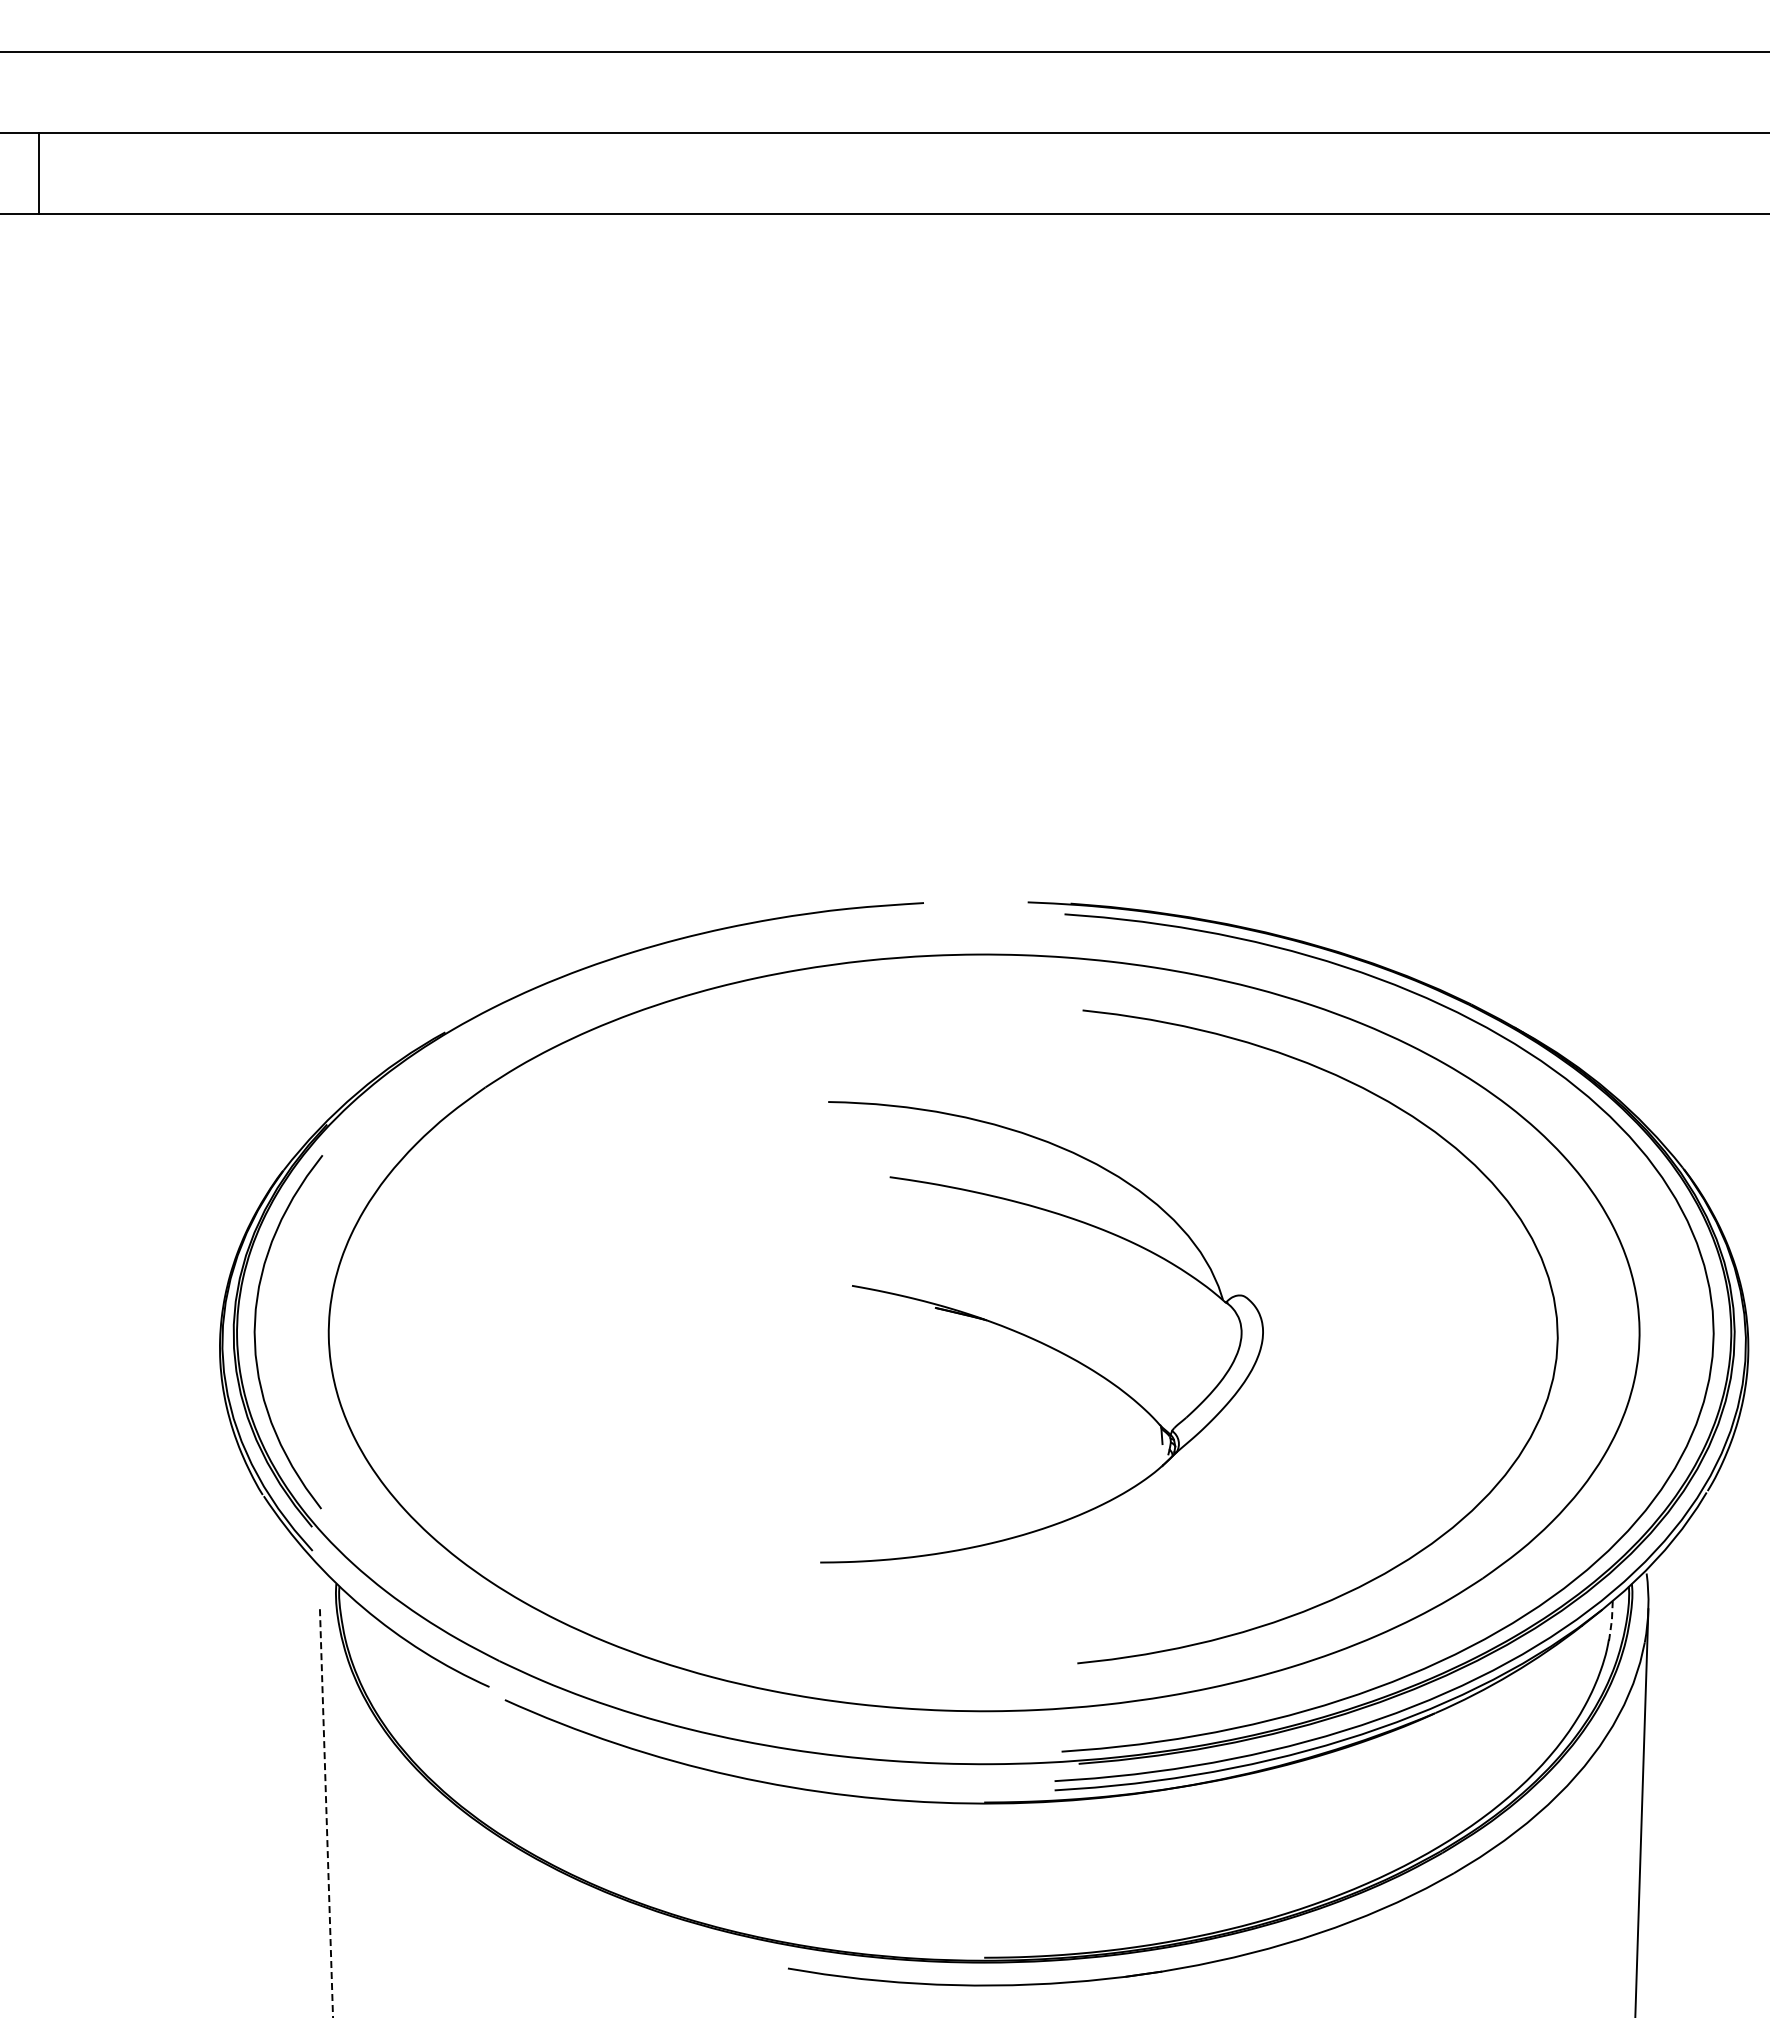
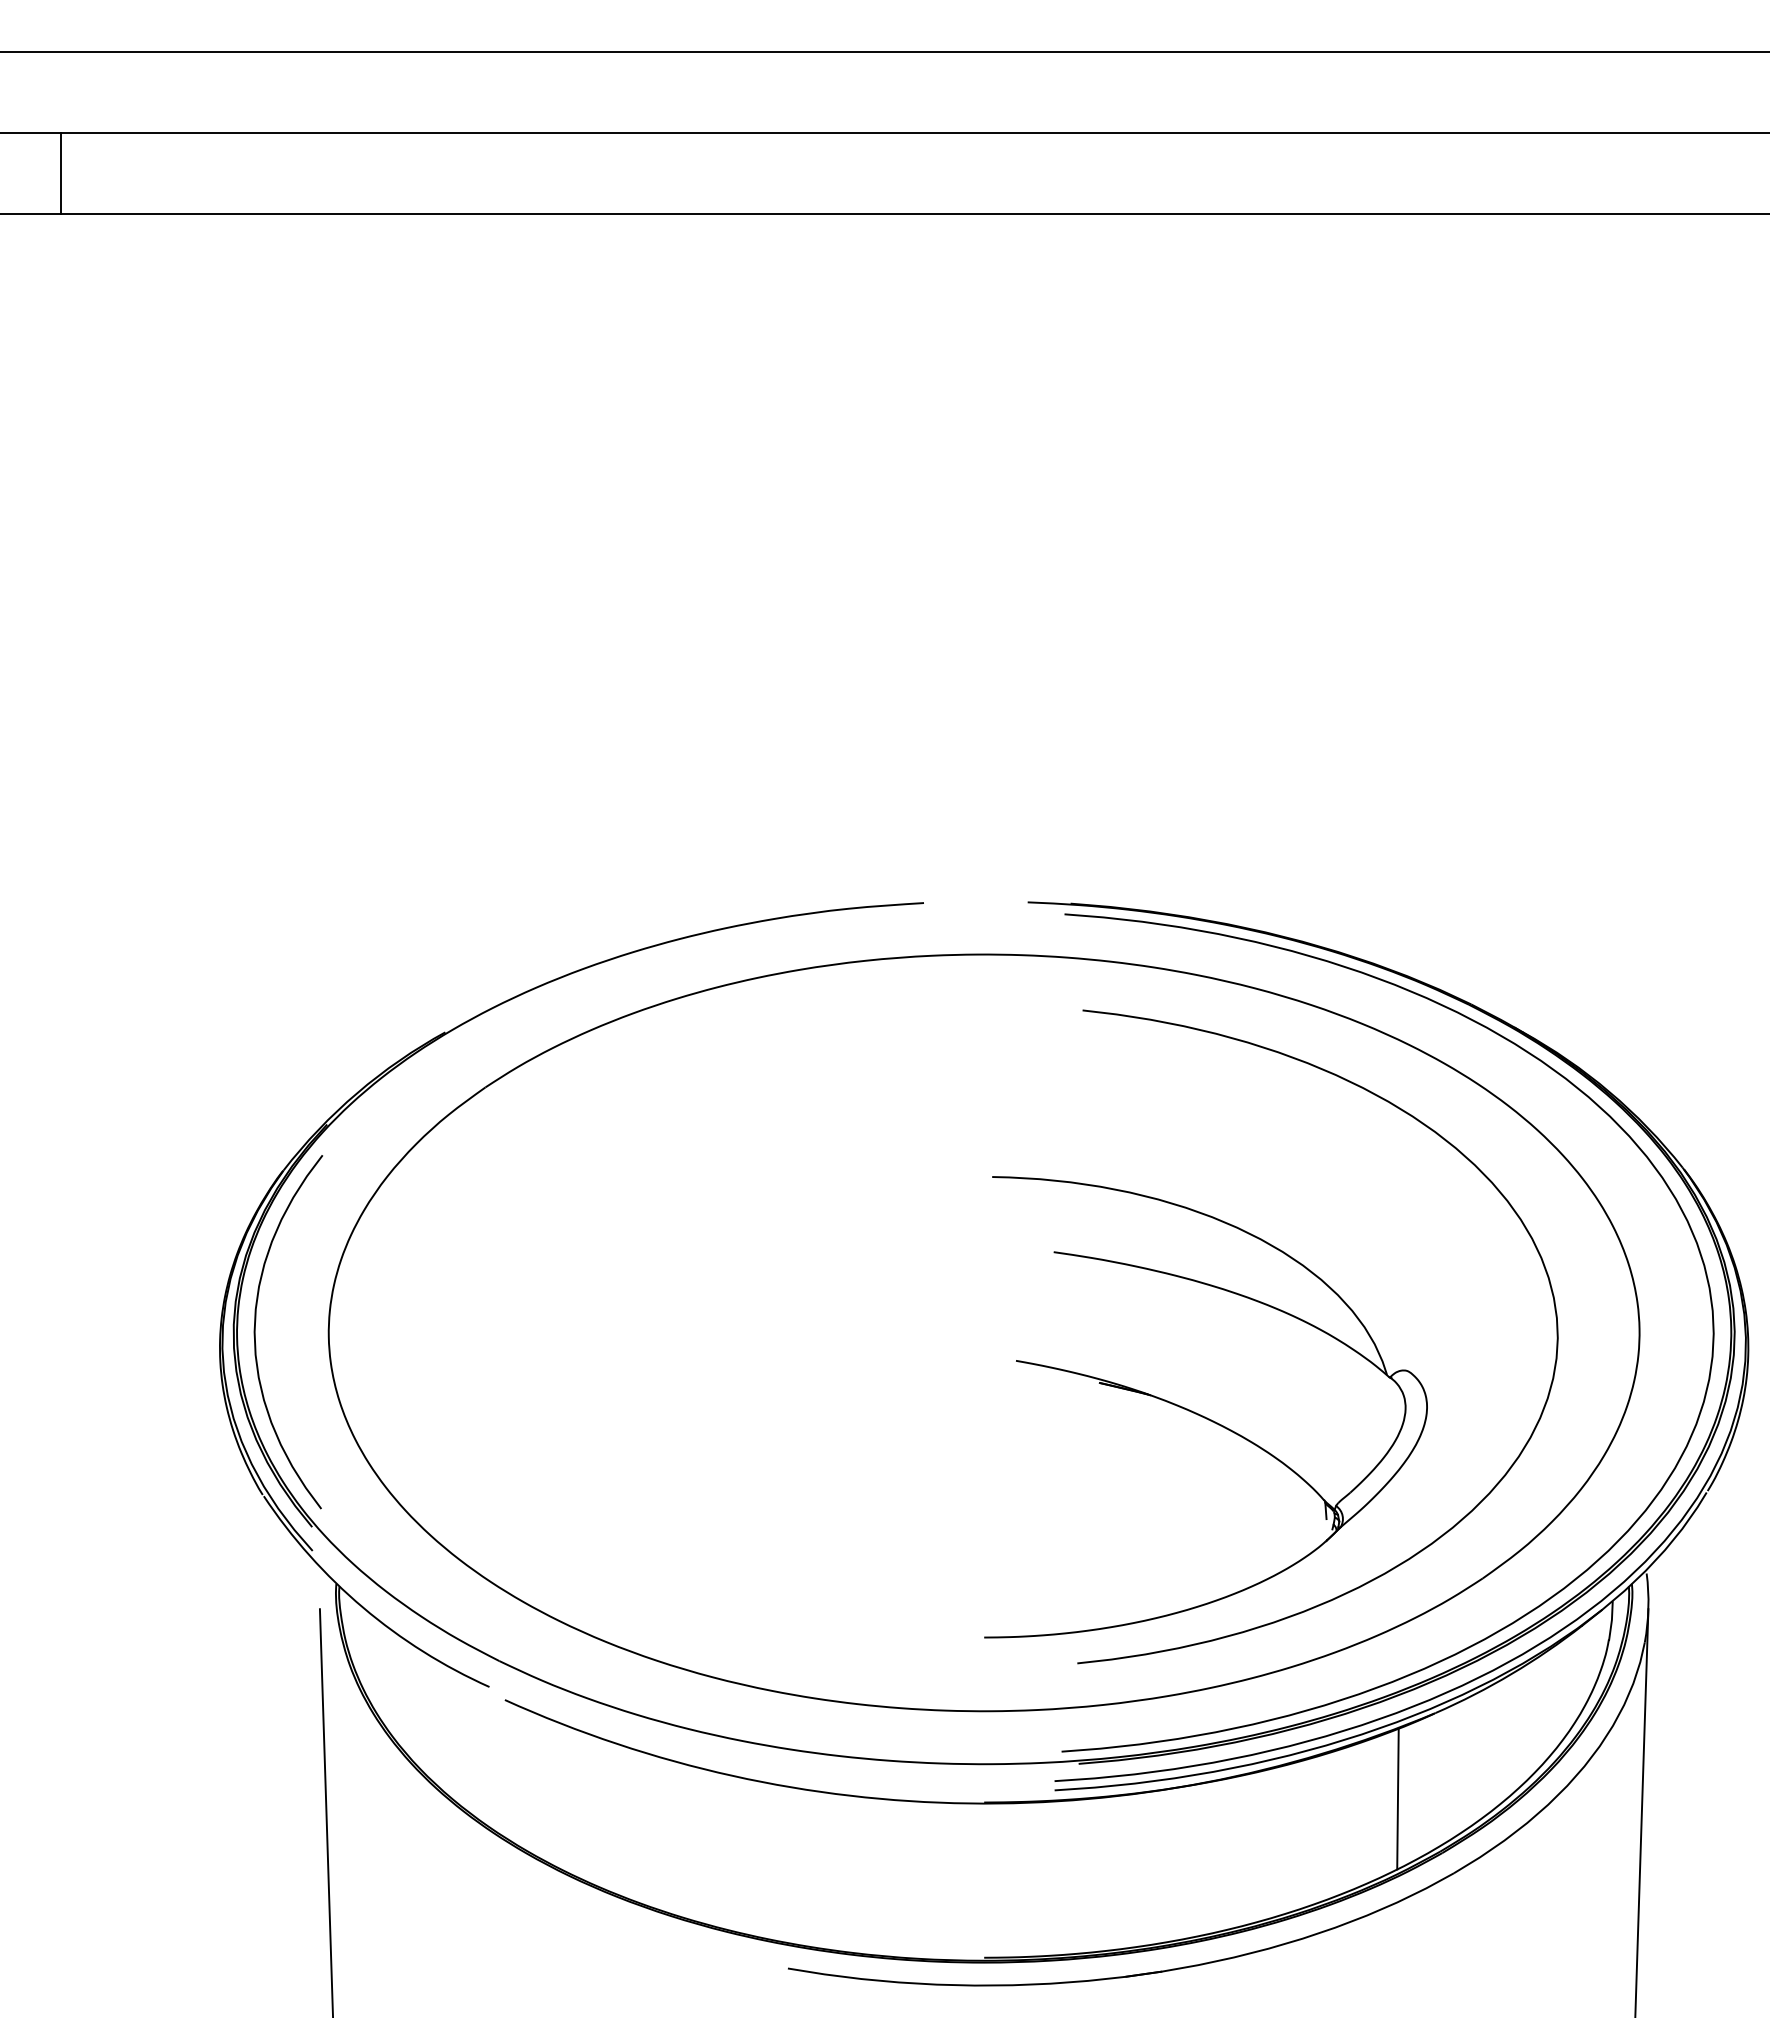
line at (38, 173) position: (38, 173) -> (60, 173)
part at (1039, 1340) position: (1039, 1340) -> (1203, 1415)
line at (1611, 1621): dashed -> solid
line at (1397, 1798): none -> present
line at (326, 1814): dashed -> solid
